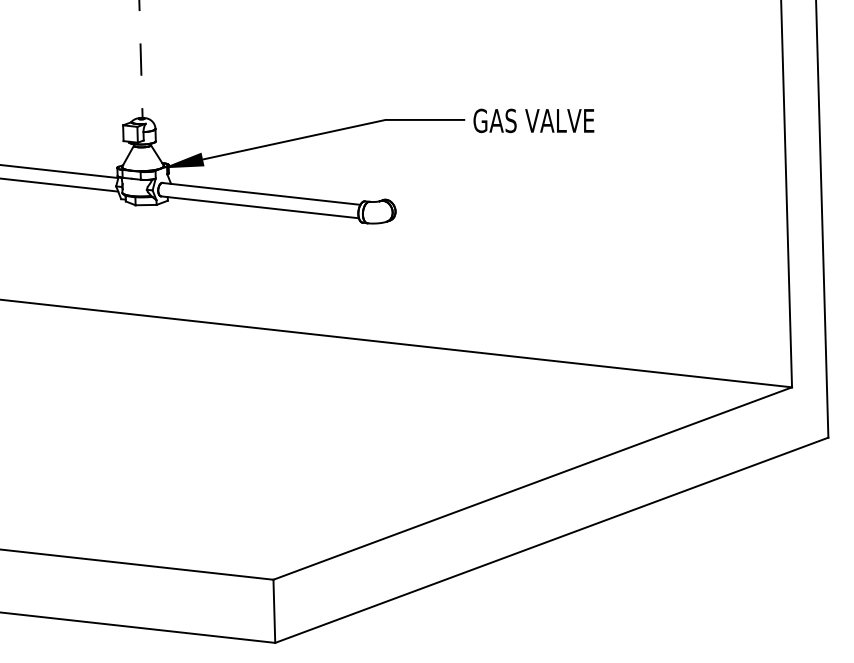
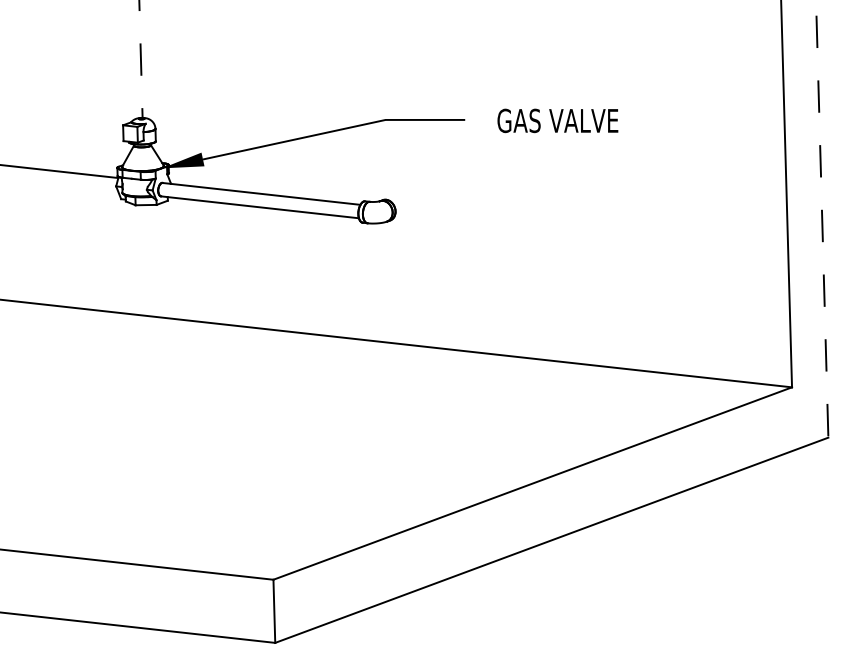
text at (533, 120) position: (533, 120) -> (557, 120)
line at (60, 184): present -> none
line at (822, 219): solid -> dashed
